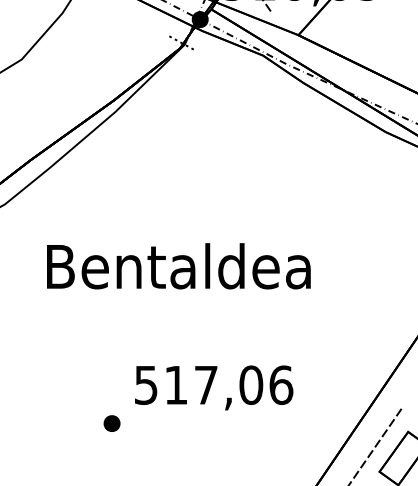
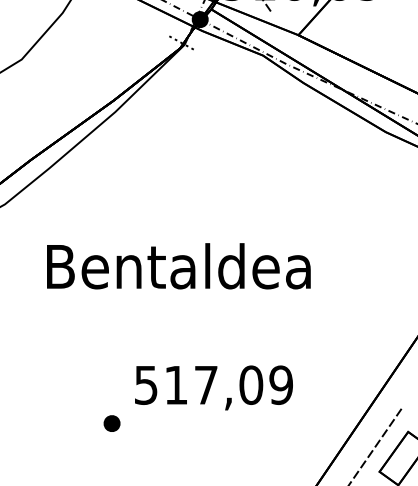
text at (281, 384): 517,06 -> 517,09
